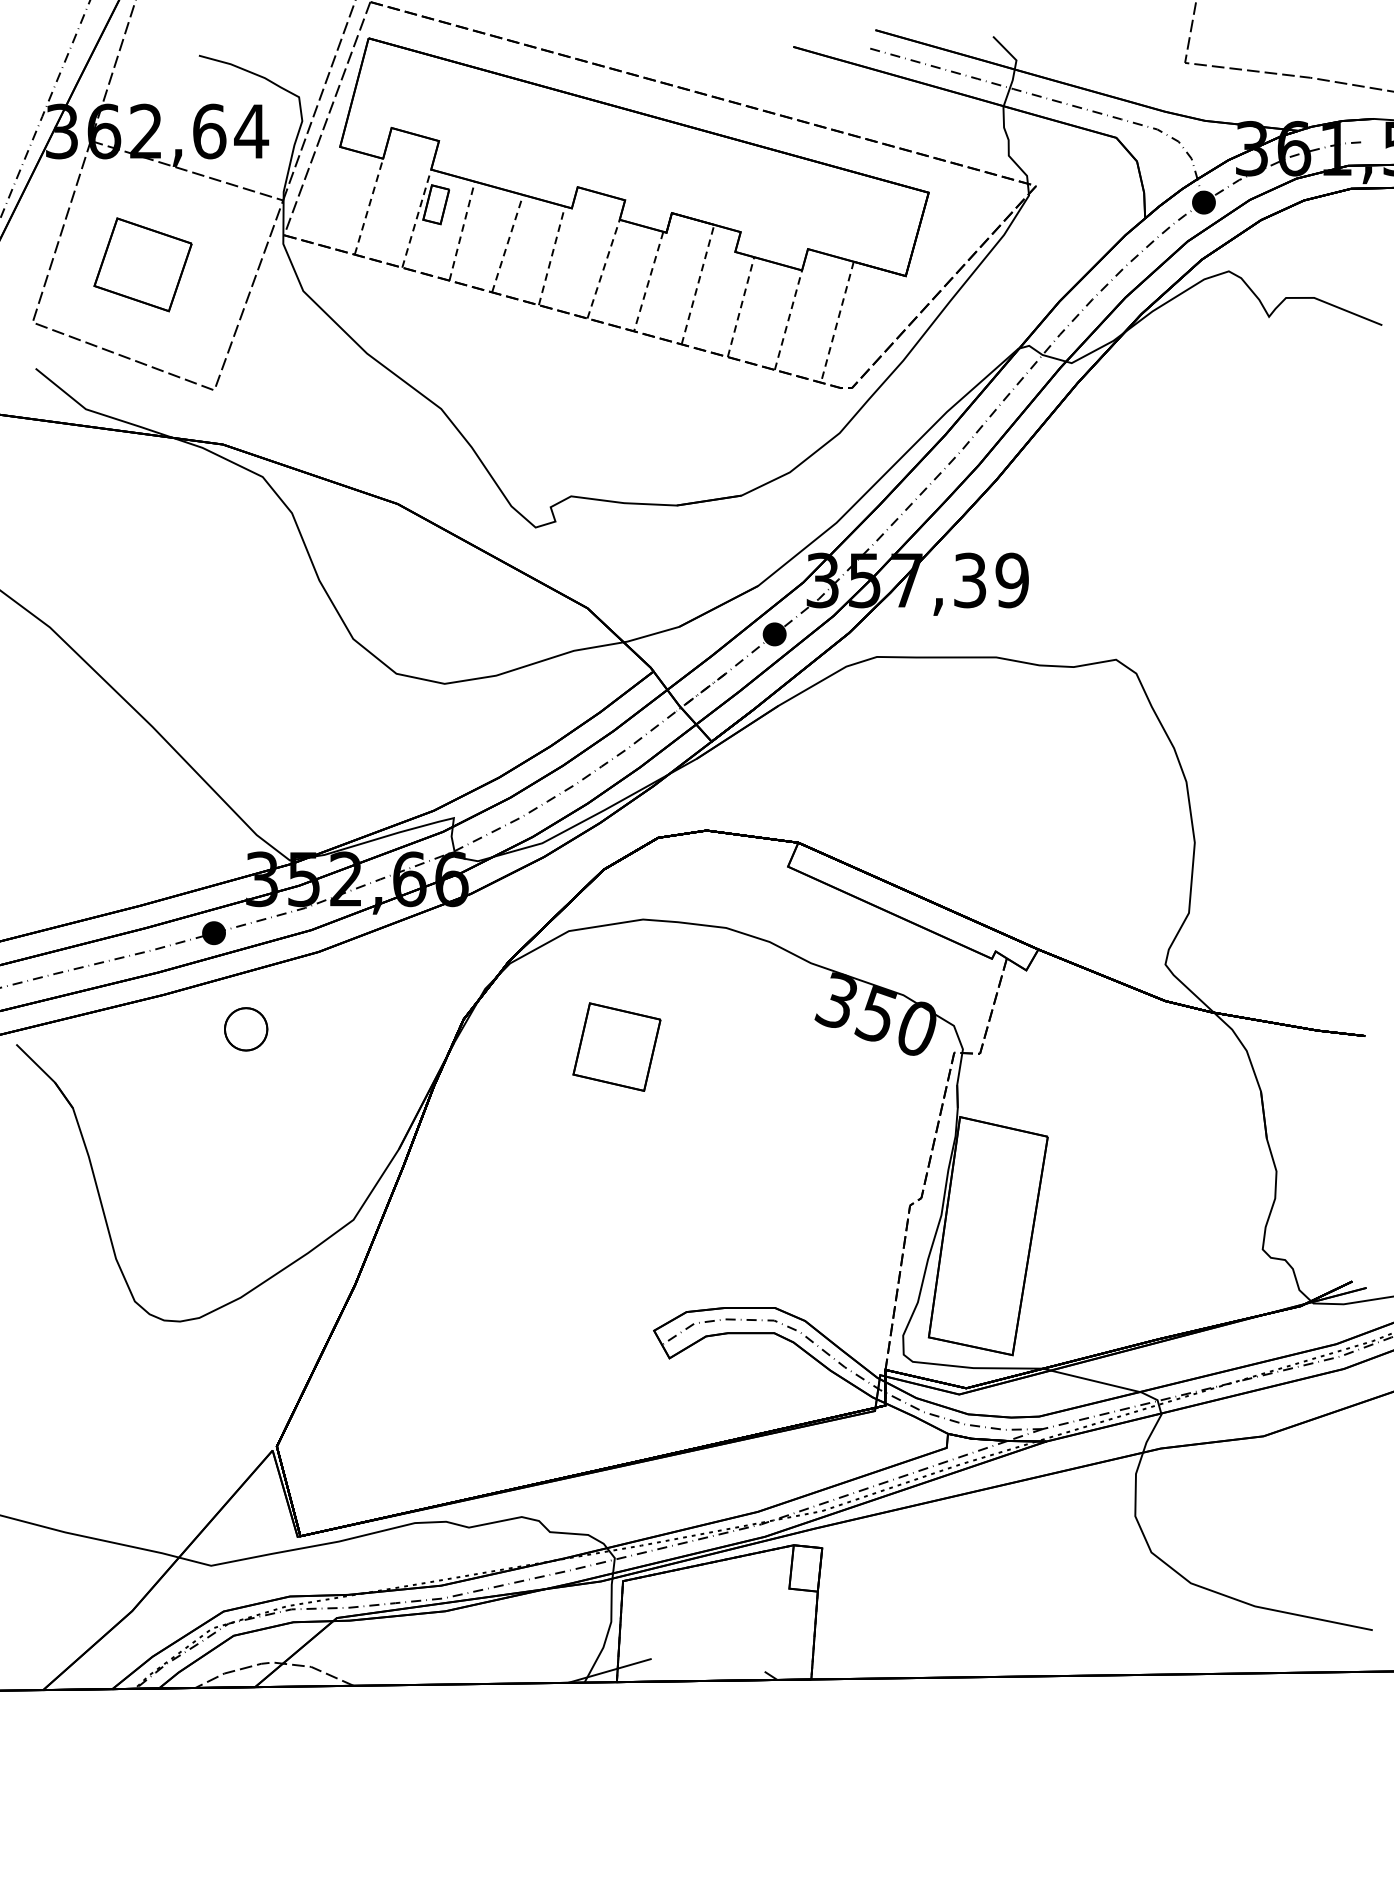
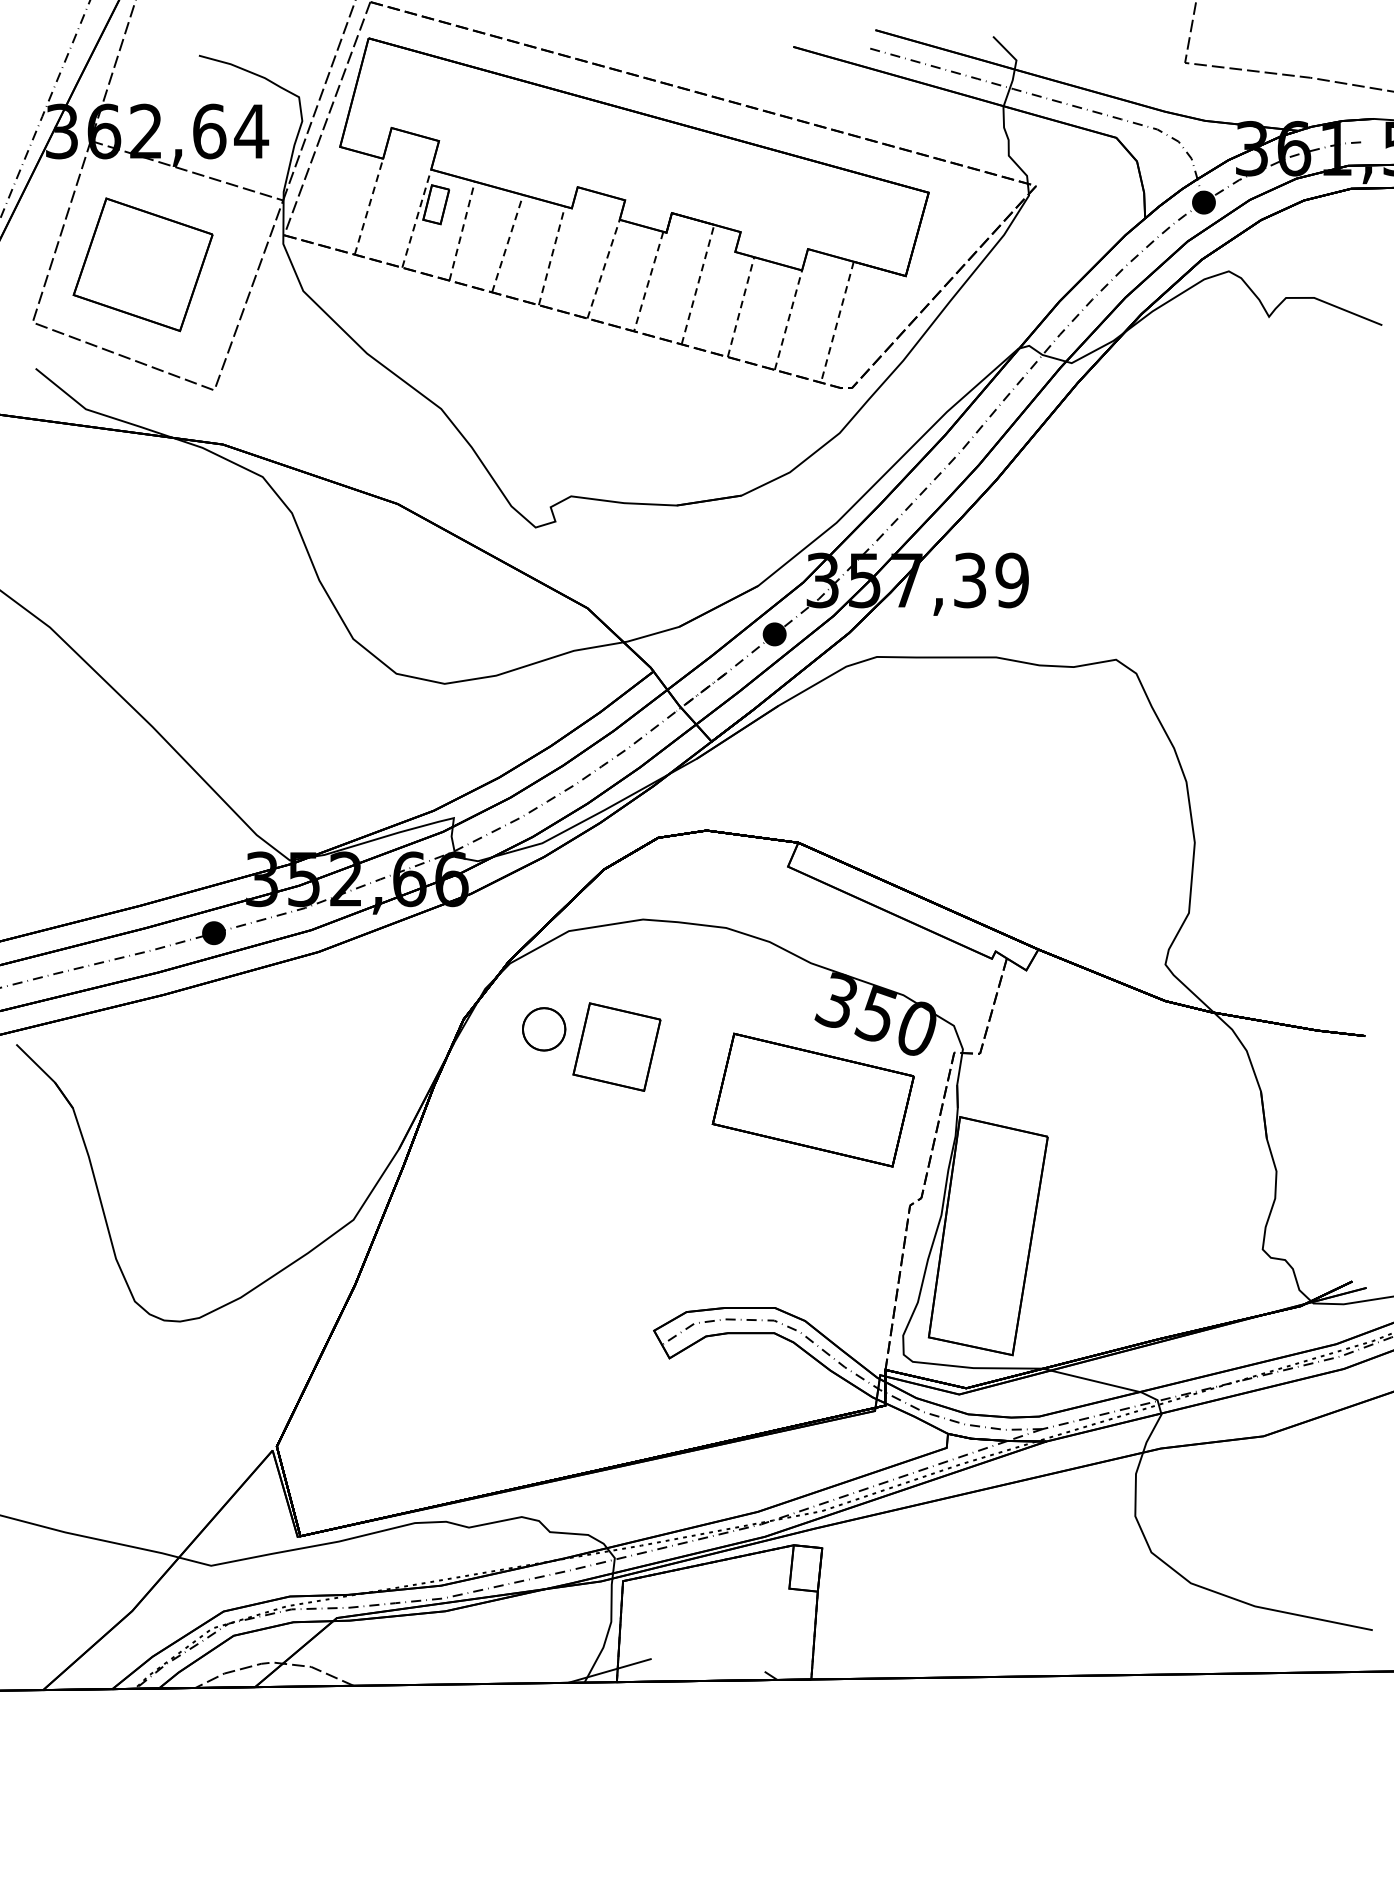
part at (142, 264) size: 100x96 px -> 142x136 px
part at (246, 1029) position: (246, 1029) -> (544, 1029)
part at (812, 1099): none -> present
